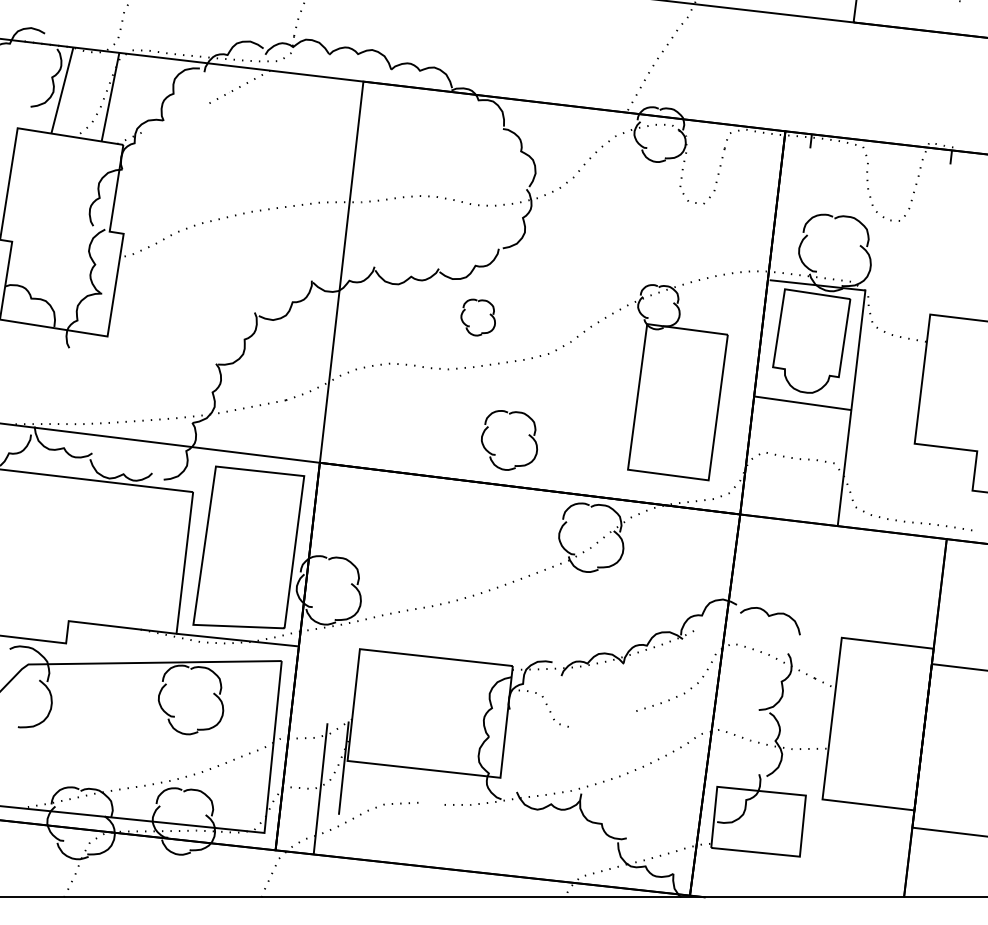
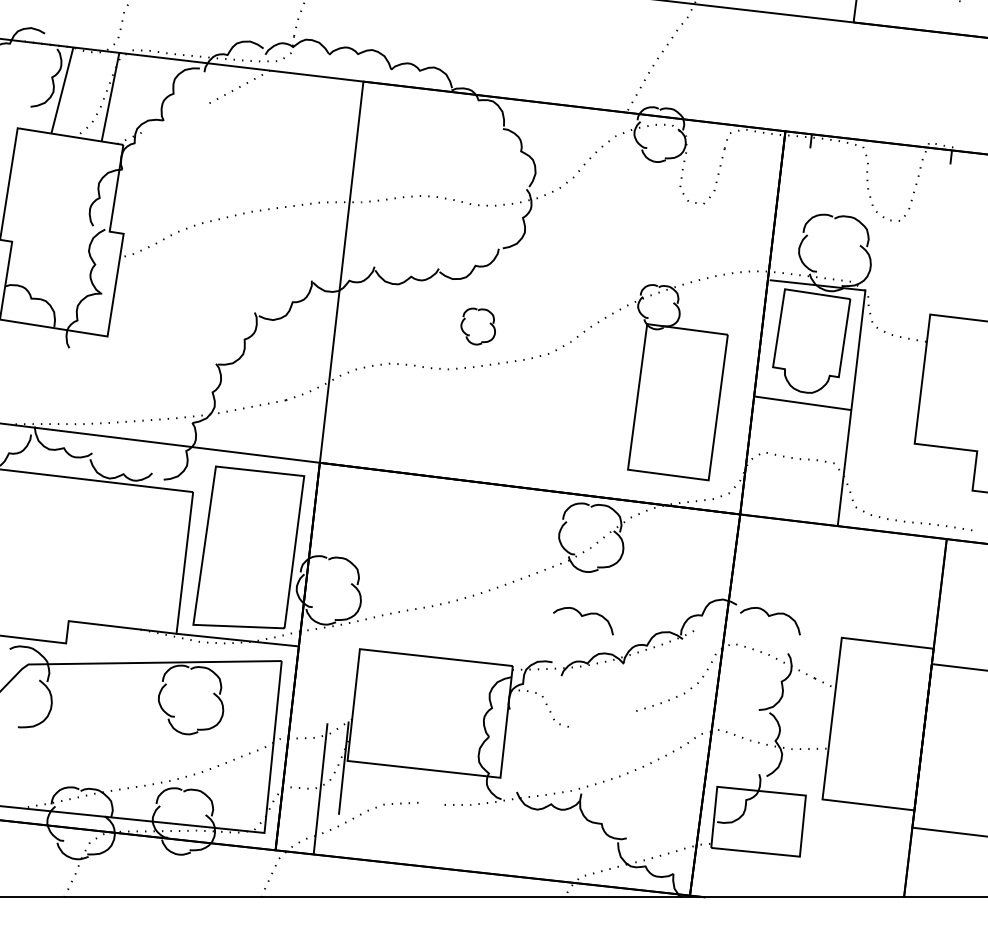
part at (477, 317) position: (477, 317) -> (477, 326)
part at (494, 453): present -> none
curve at (583, 616): none -> present
